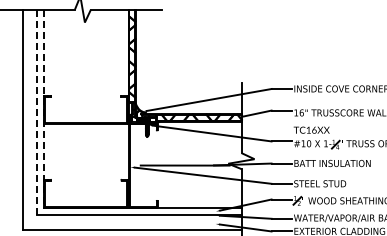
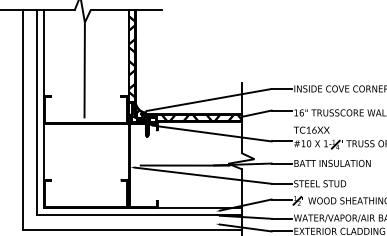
line at (84, 70): none -> present
line at (43, 109): dashed -> solid
line at (36, 112): dashed -> solid
